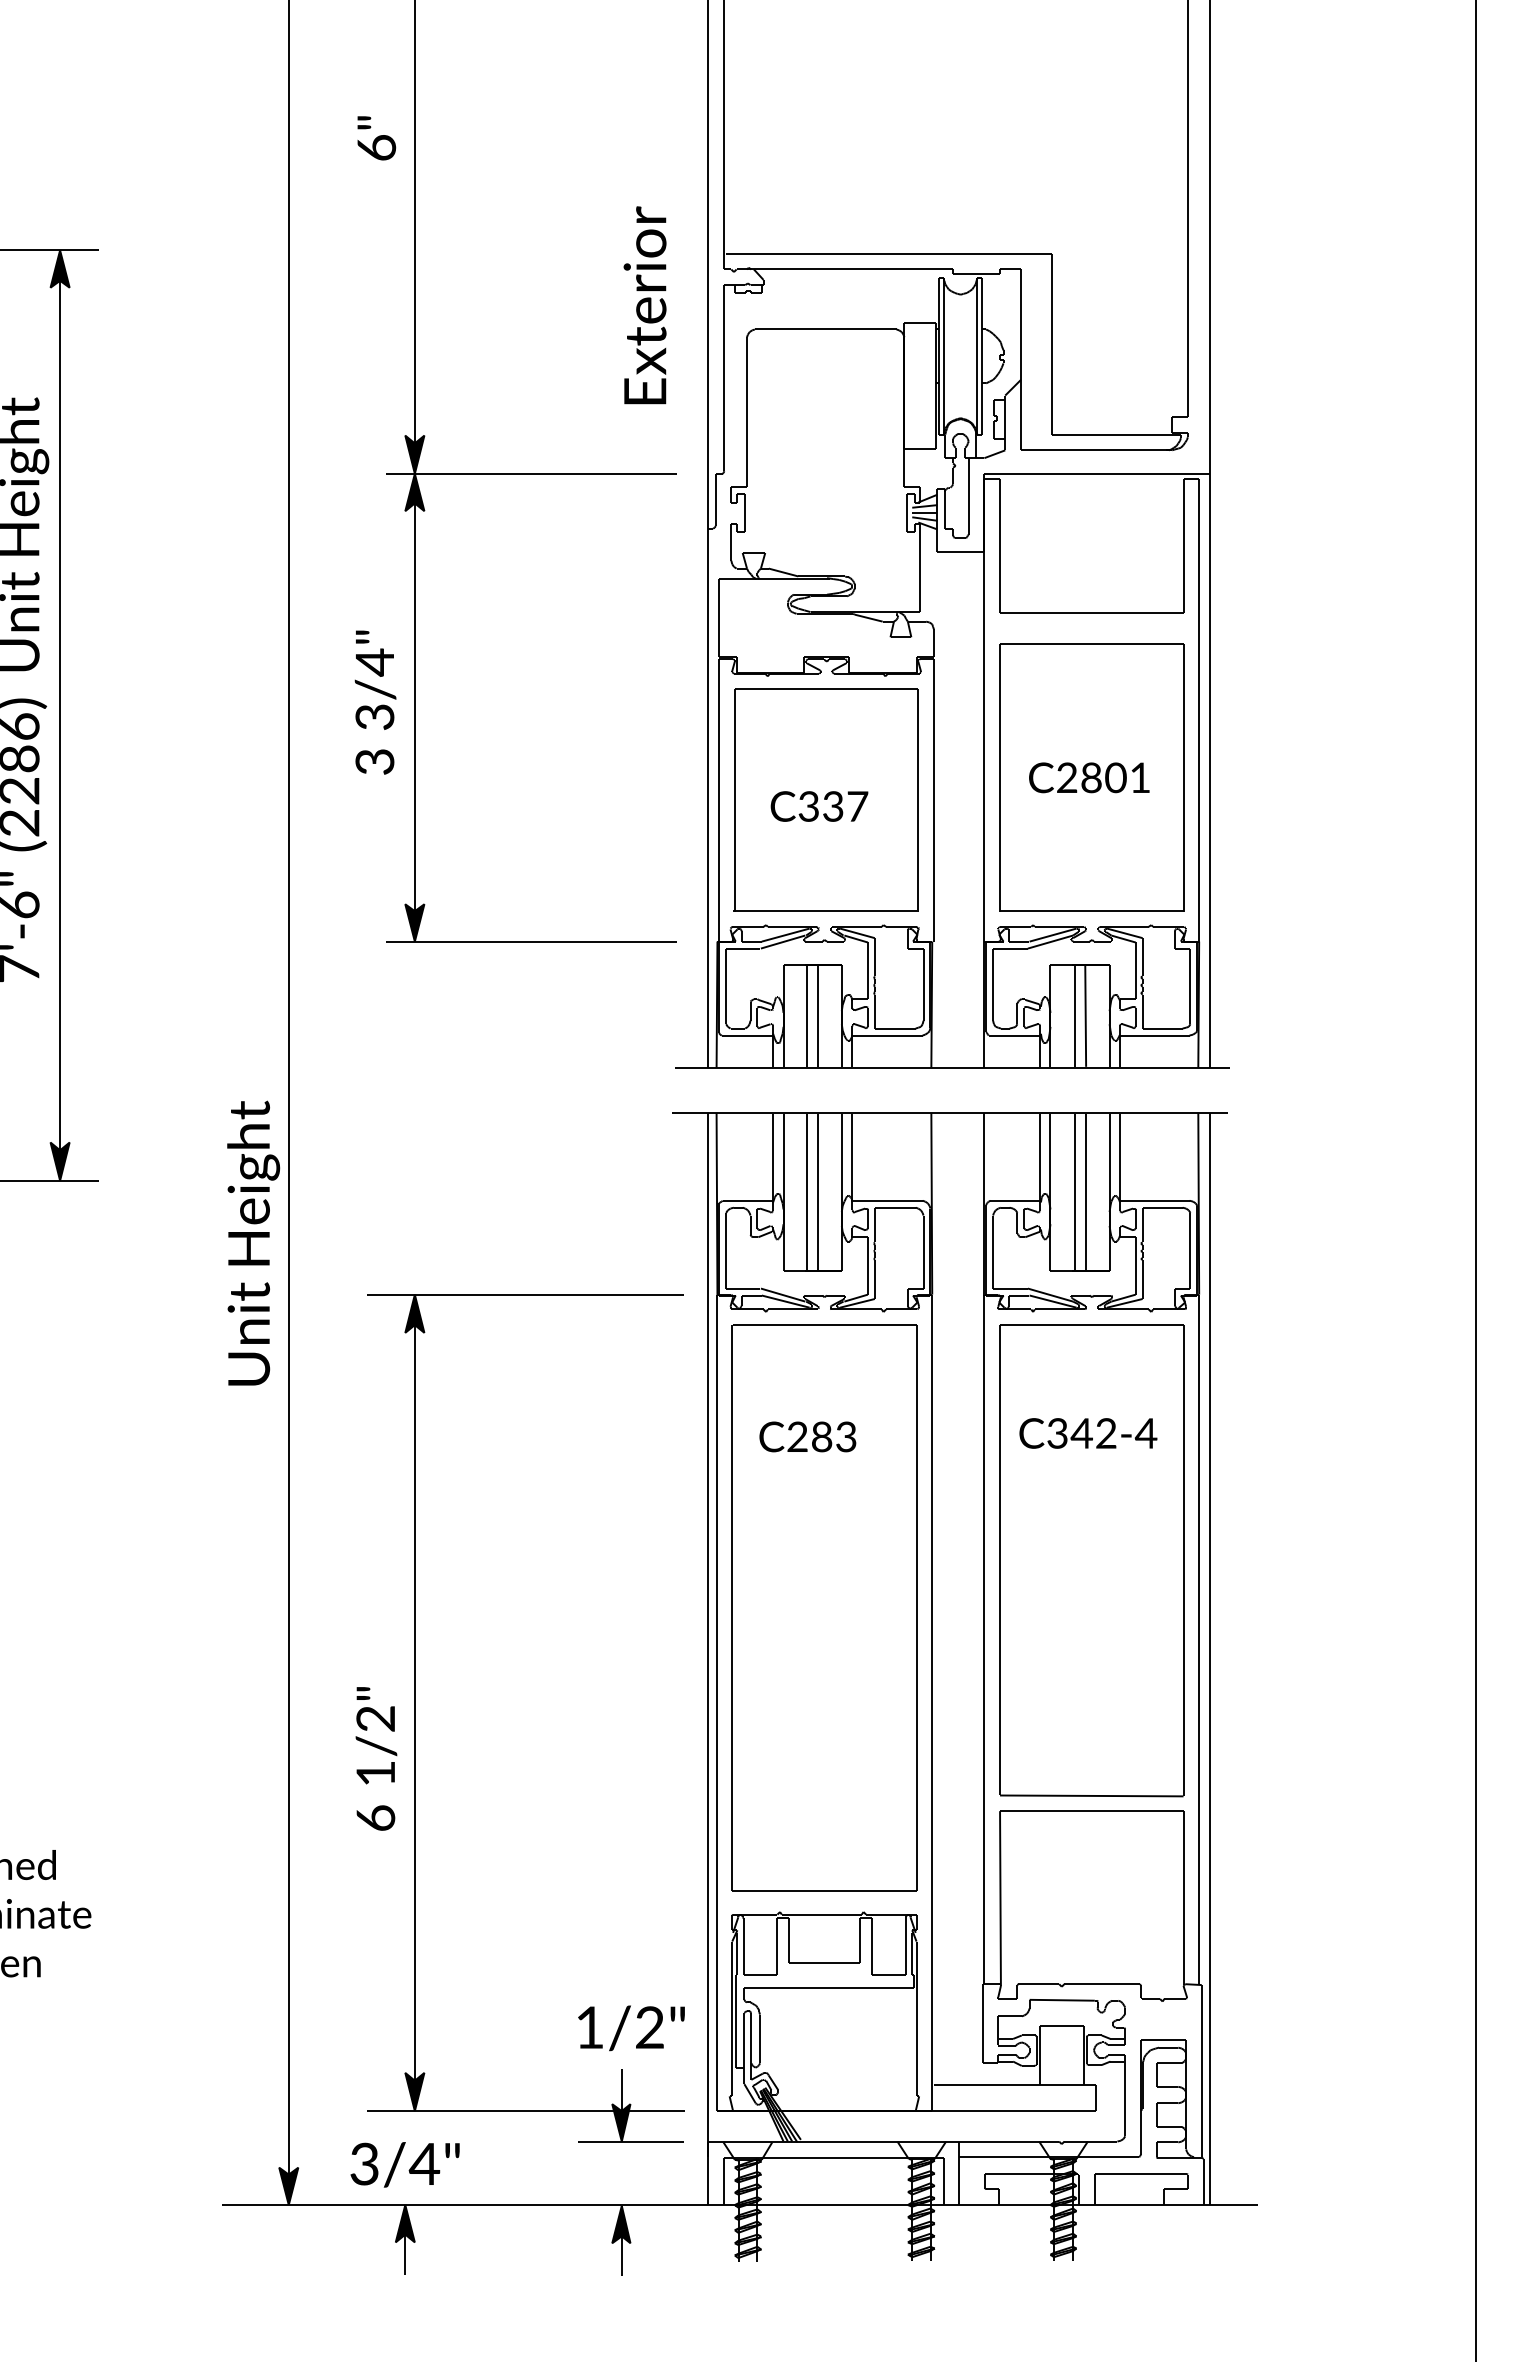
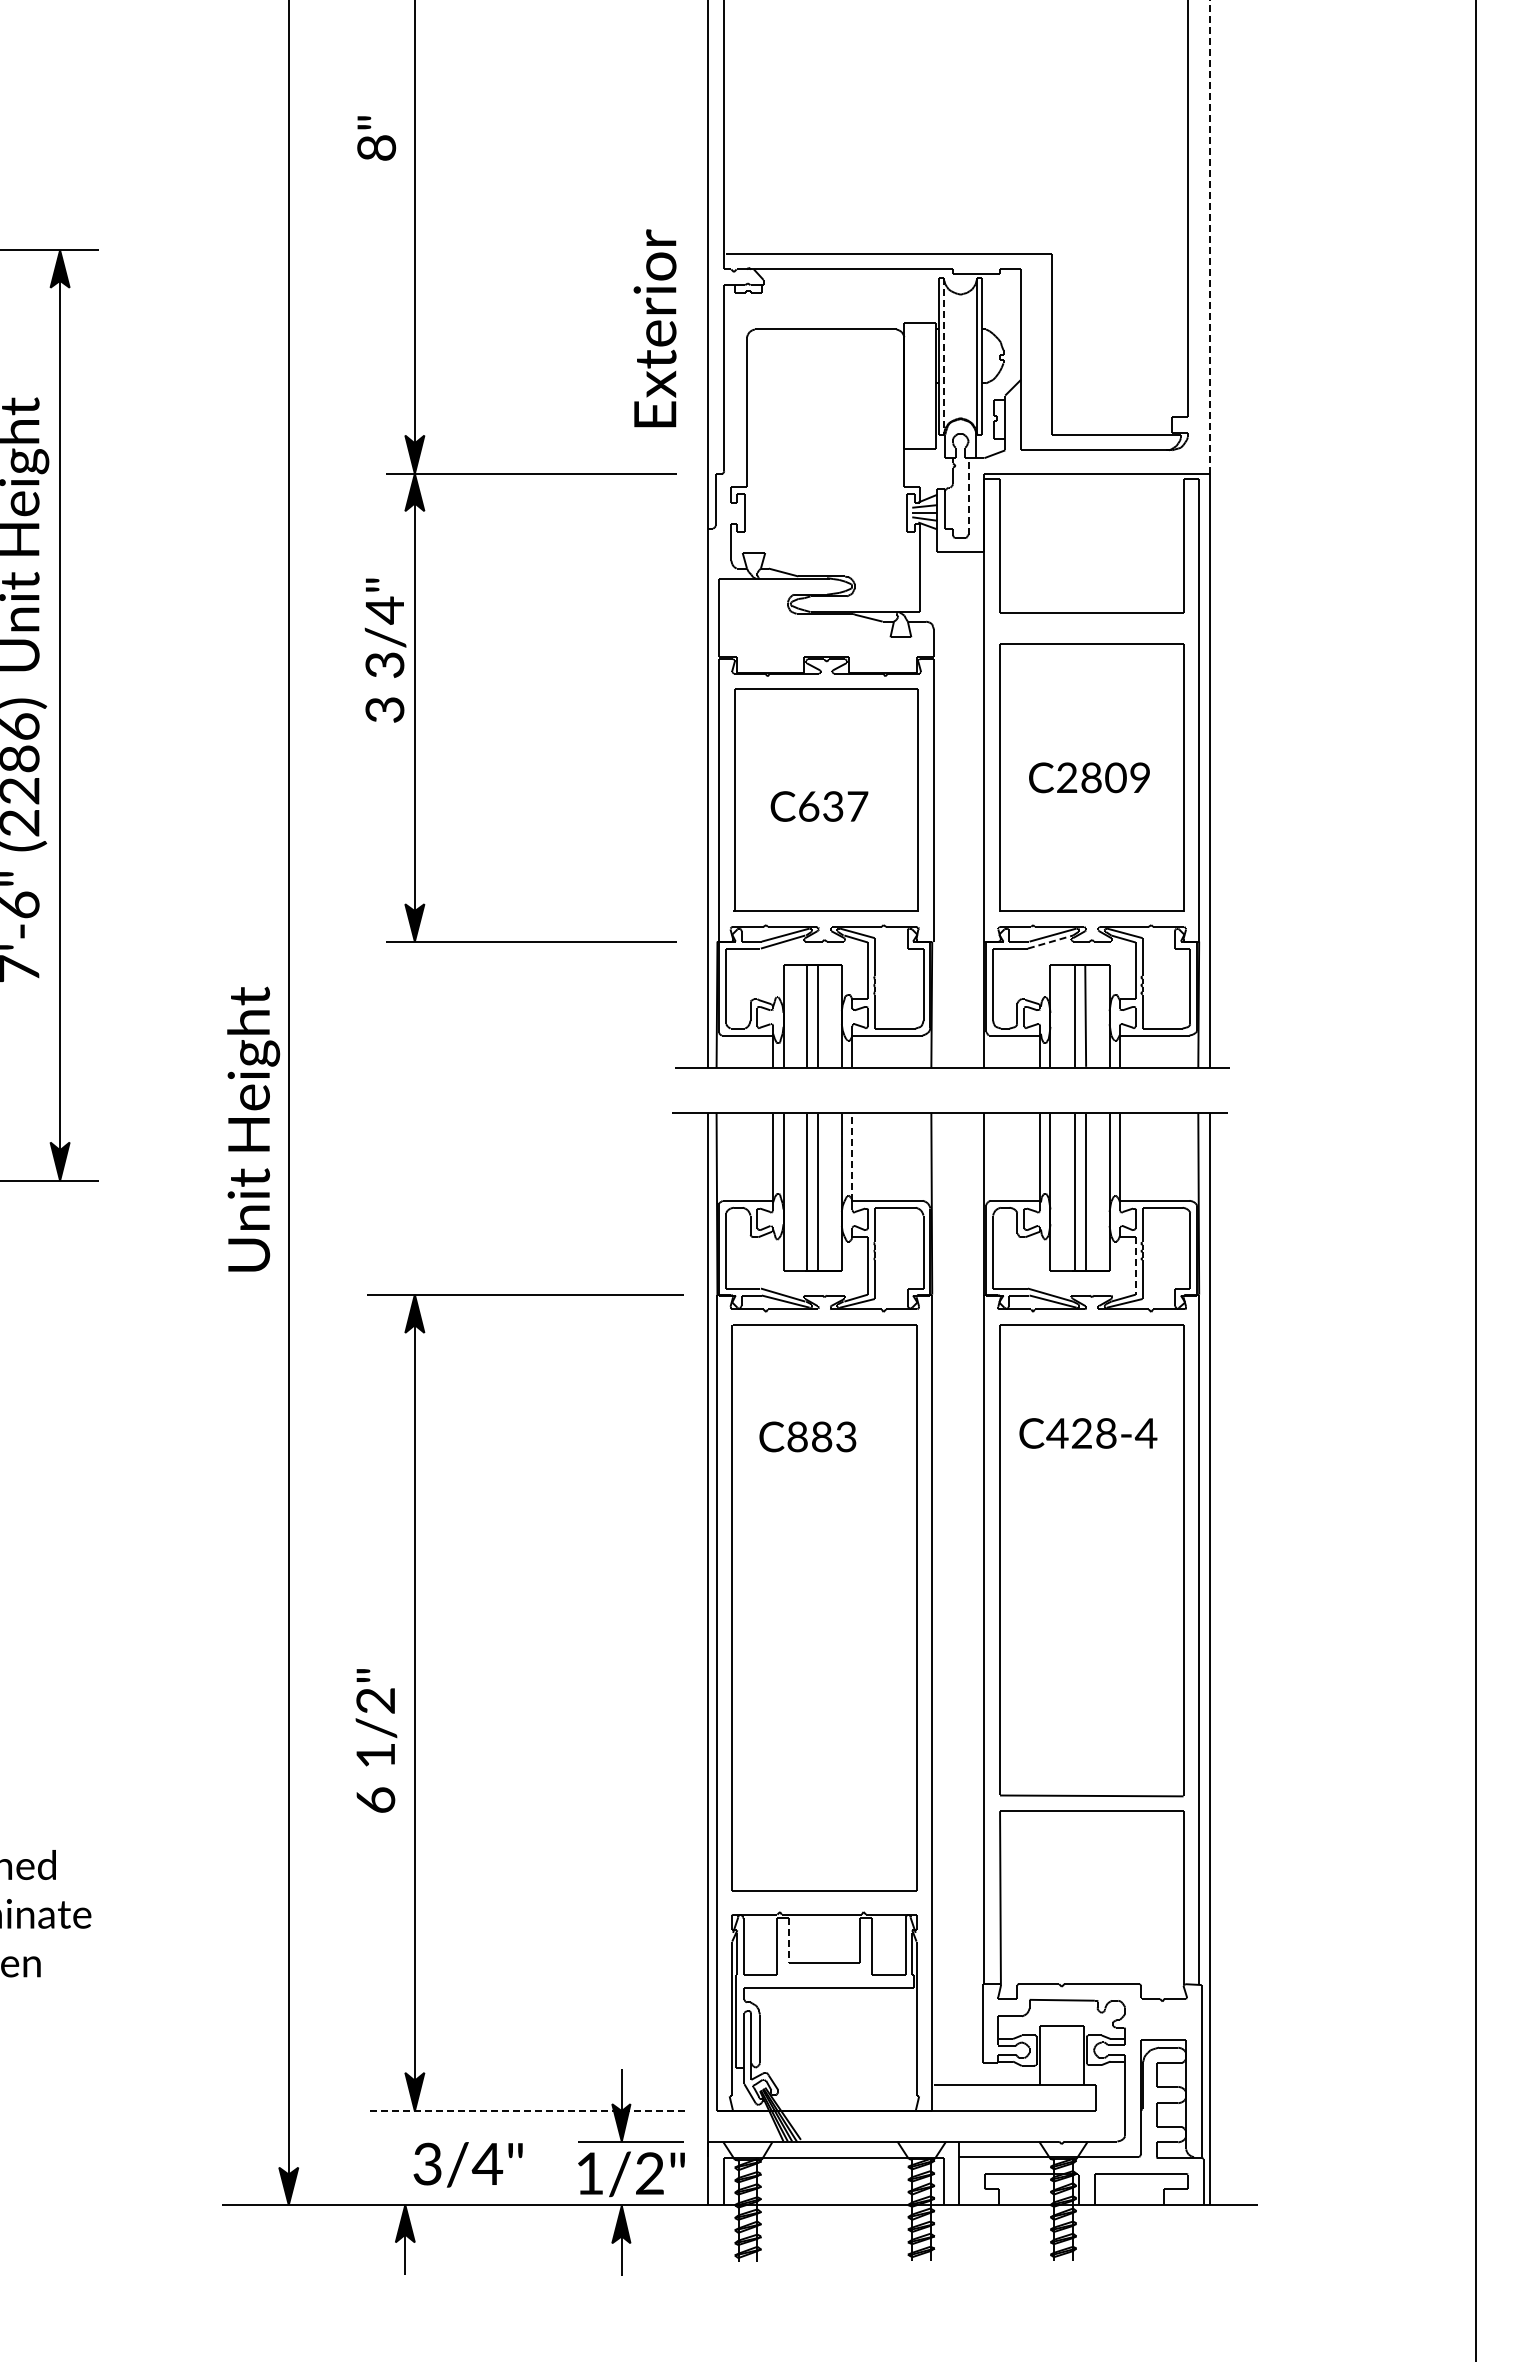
text at (376, 147): 6" -> 8"
line at (1210, 237): solid -> dashed
text at (644, 305) position: (644, 305) -> (654, 328)
line at (944, 356): solid -> dashed
line at (968, 495): solid -> dashed
text at (375, 702) position: (375, 702) -> (385, 650)
text at (1139, 777): C2801 -> C2809
text at (808, 806): C337 -> C637
line at (1050, 942): solid -> dashed
line at (852, 1156): solid -> dashed
text at (253, 1242) position: (253, 1242) -> (253, 1128)
line at (1135, 1265): solid -> dashed
text at (1081, 1433): C342-4 -> C428-4
text at (797, 1437): C283 -> C883
text at (376, 1758) position: (376, 1758) -> (376, 1740)
line at (788, 1940): solid -> dashed
text at (631, 2028) position: (631, 2028) -> (631, 2174)
line at (525, 2111): solid -> dashed
text at (404, 2164) position: (404, 2164) -> (467, 2164)
